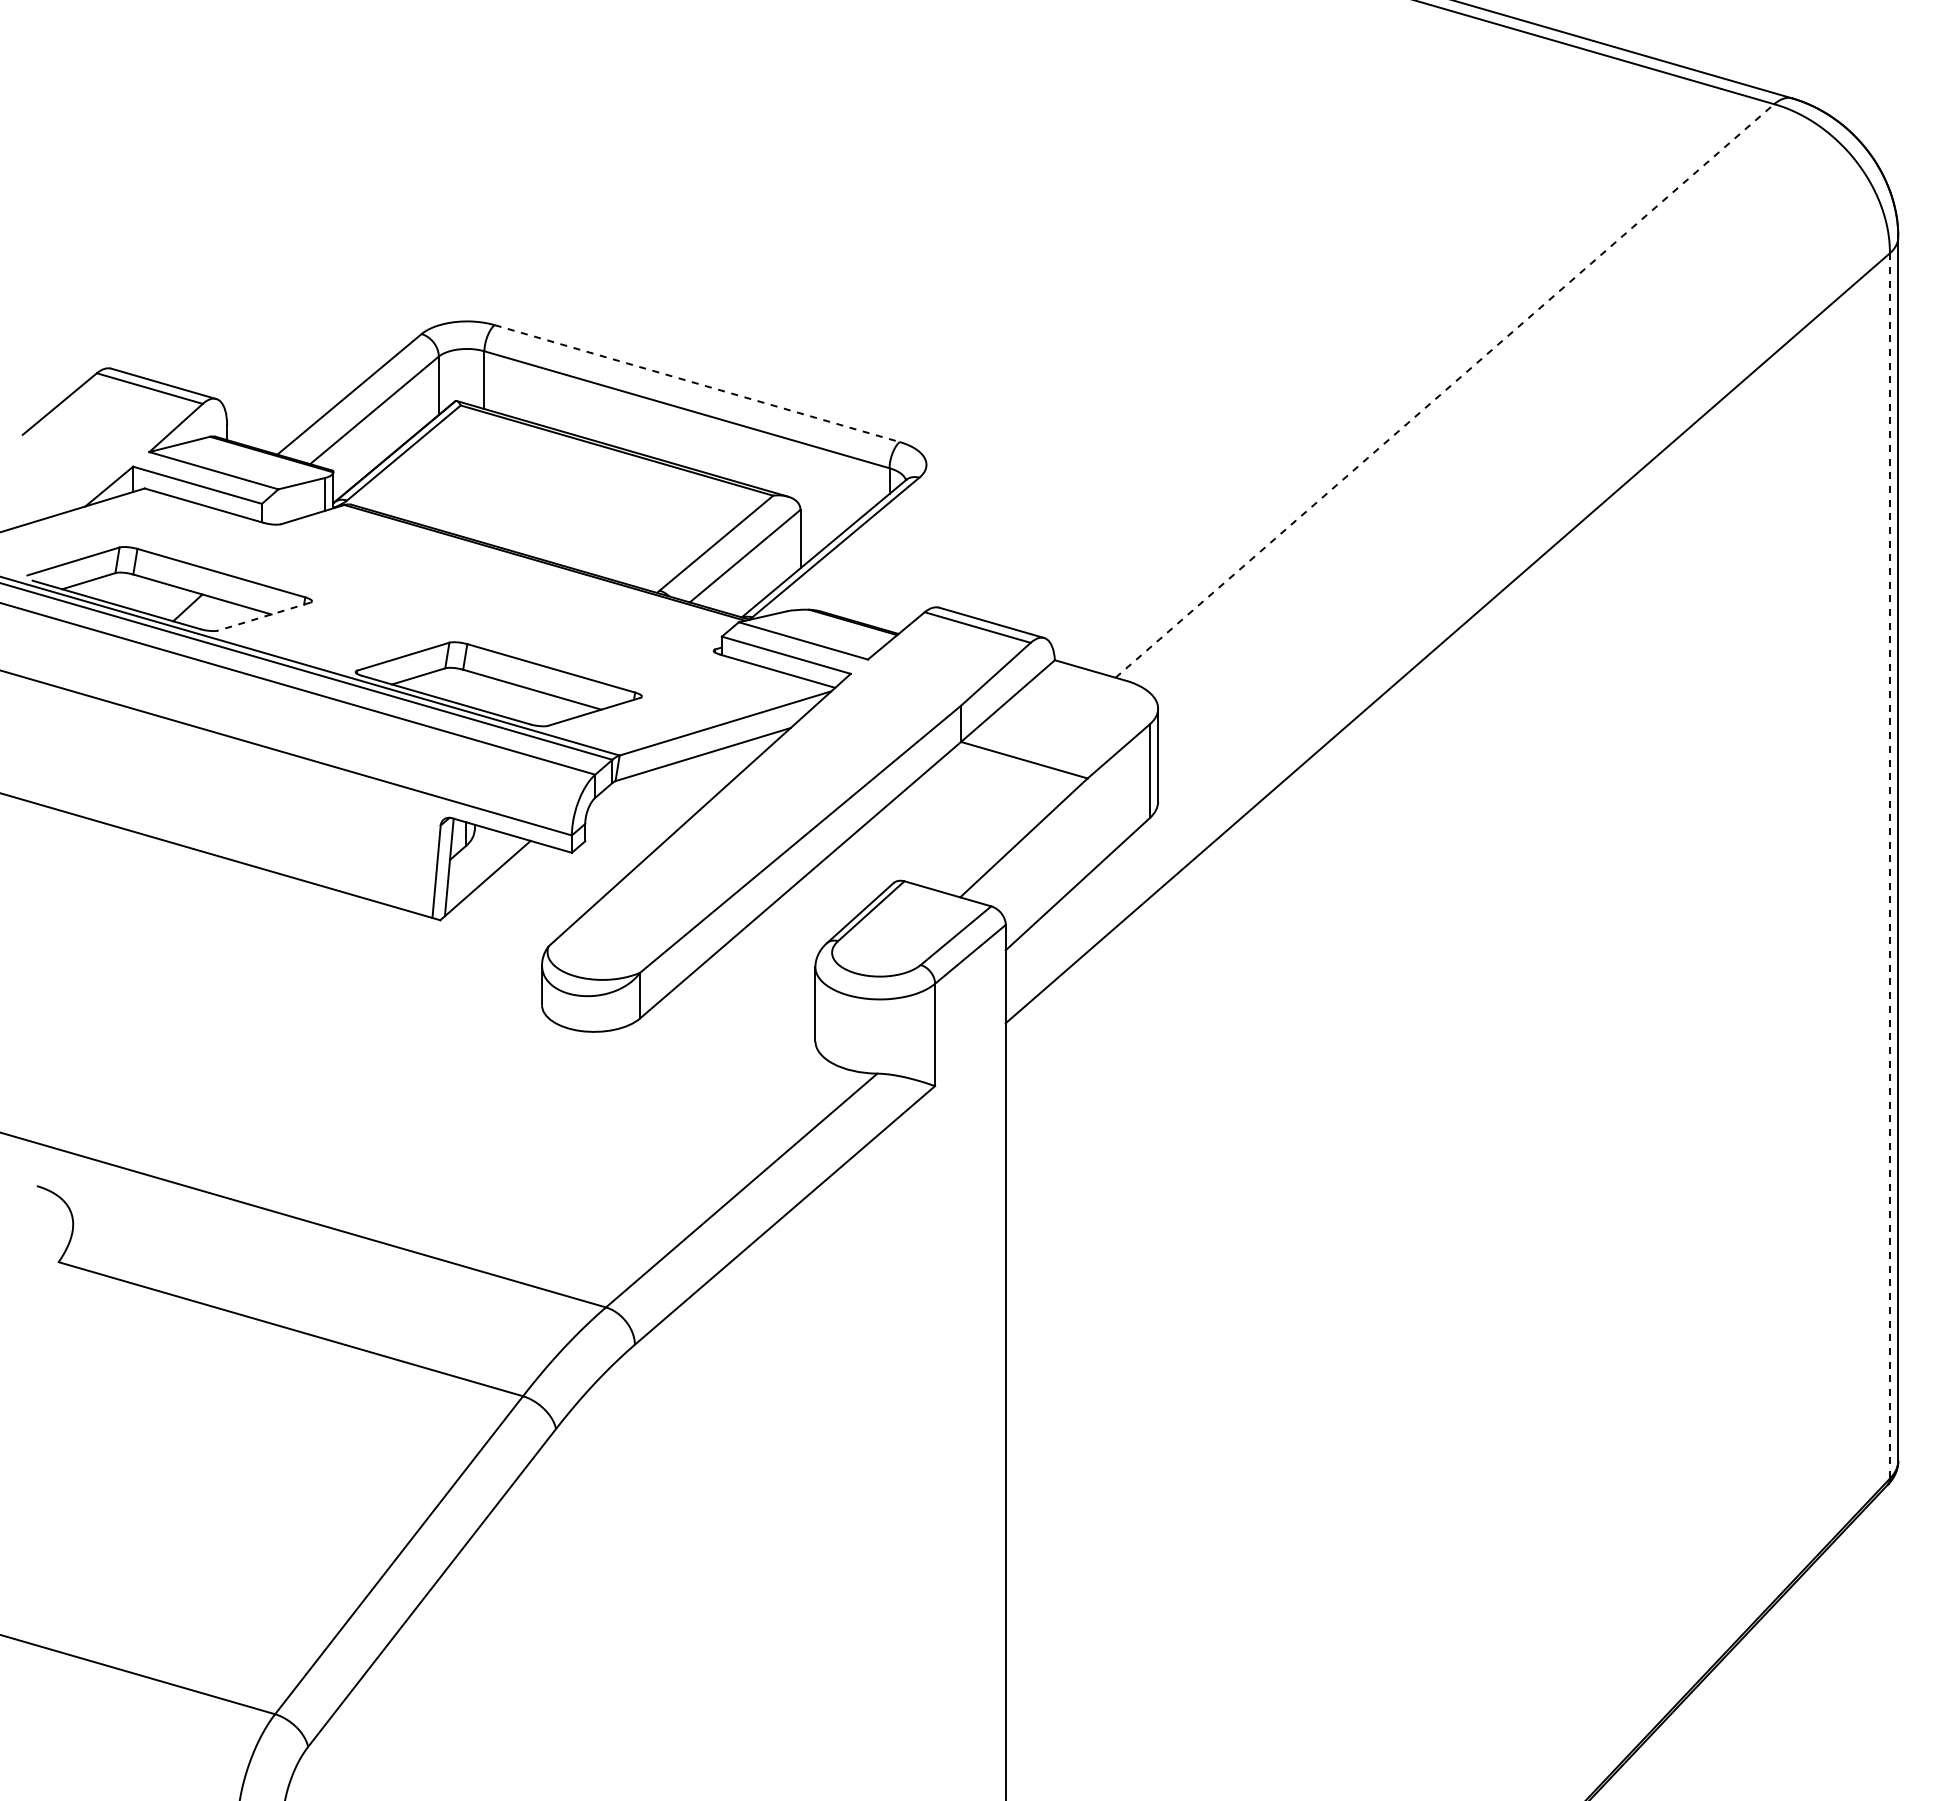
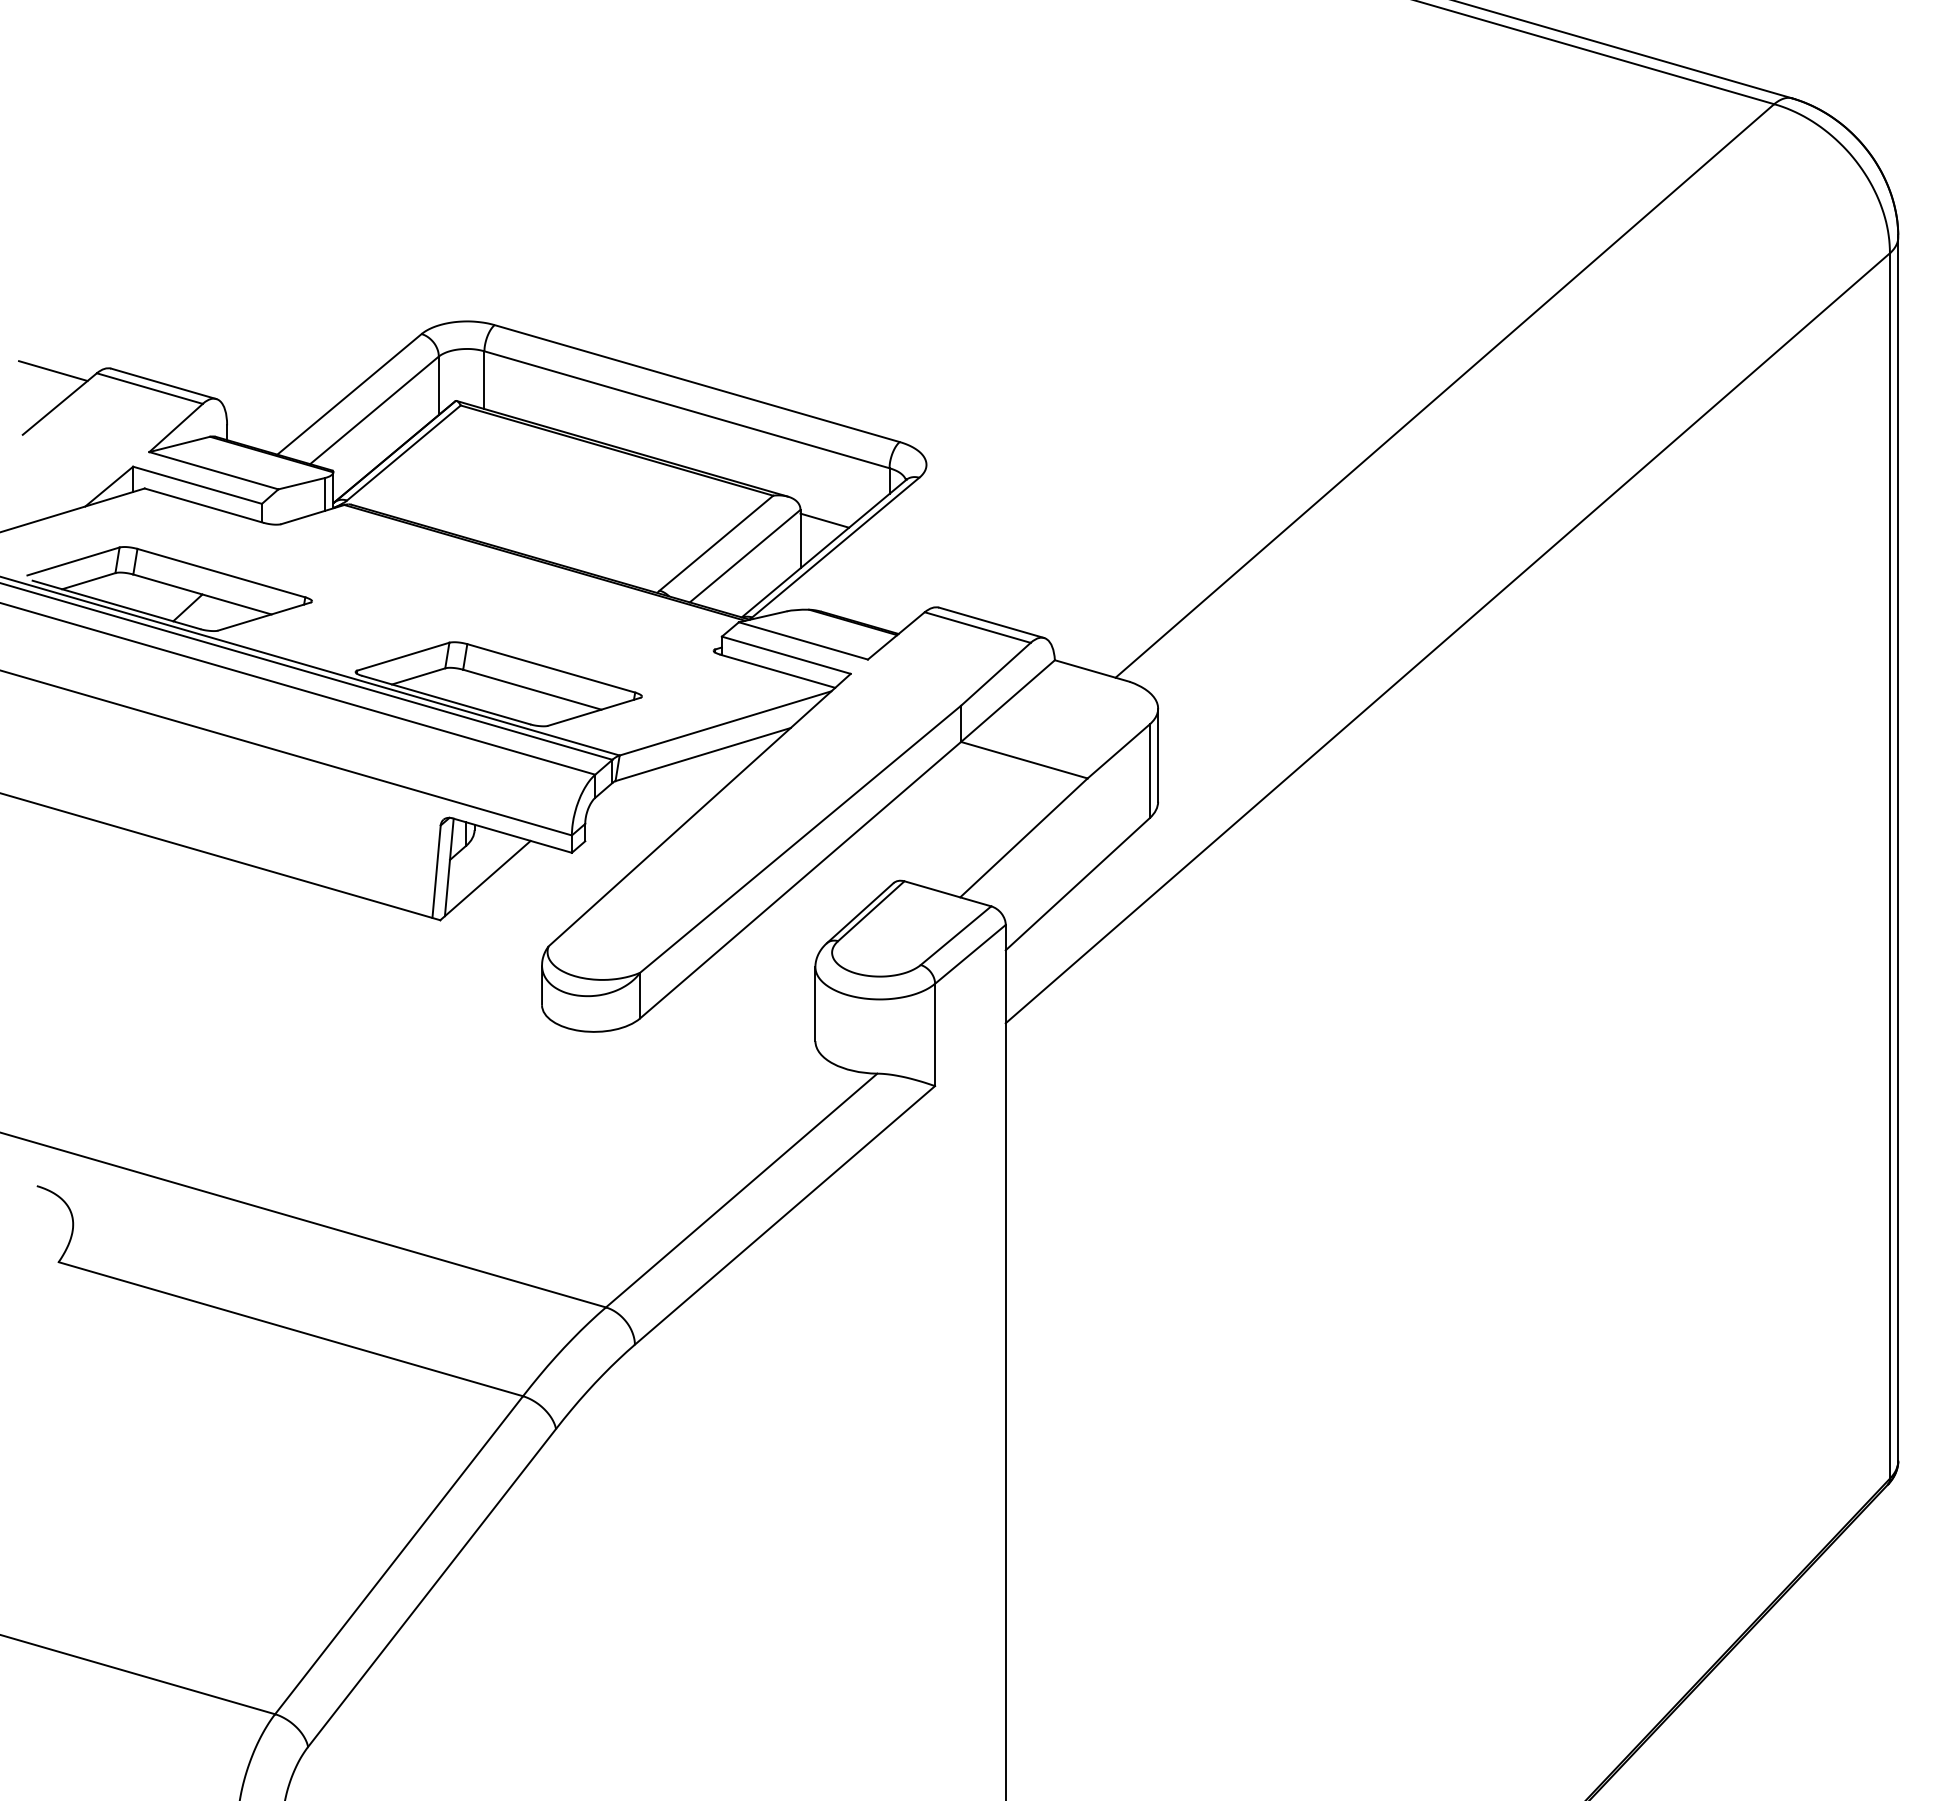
line at (53, 370): none -> present
line at (697, 383): dashed -> solid
line at (1444, 390): dashed -> solid
line at (824, 520): none -> present
line at (263, 616): dashed -> solid
line at (1889, 865): dashed -> solid
